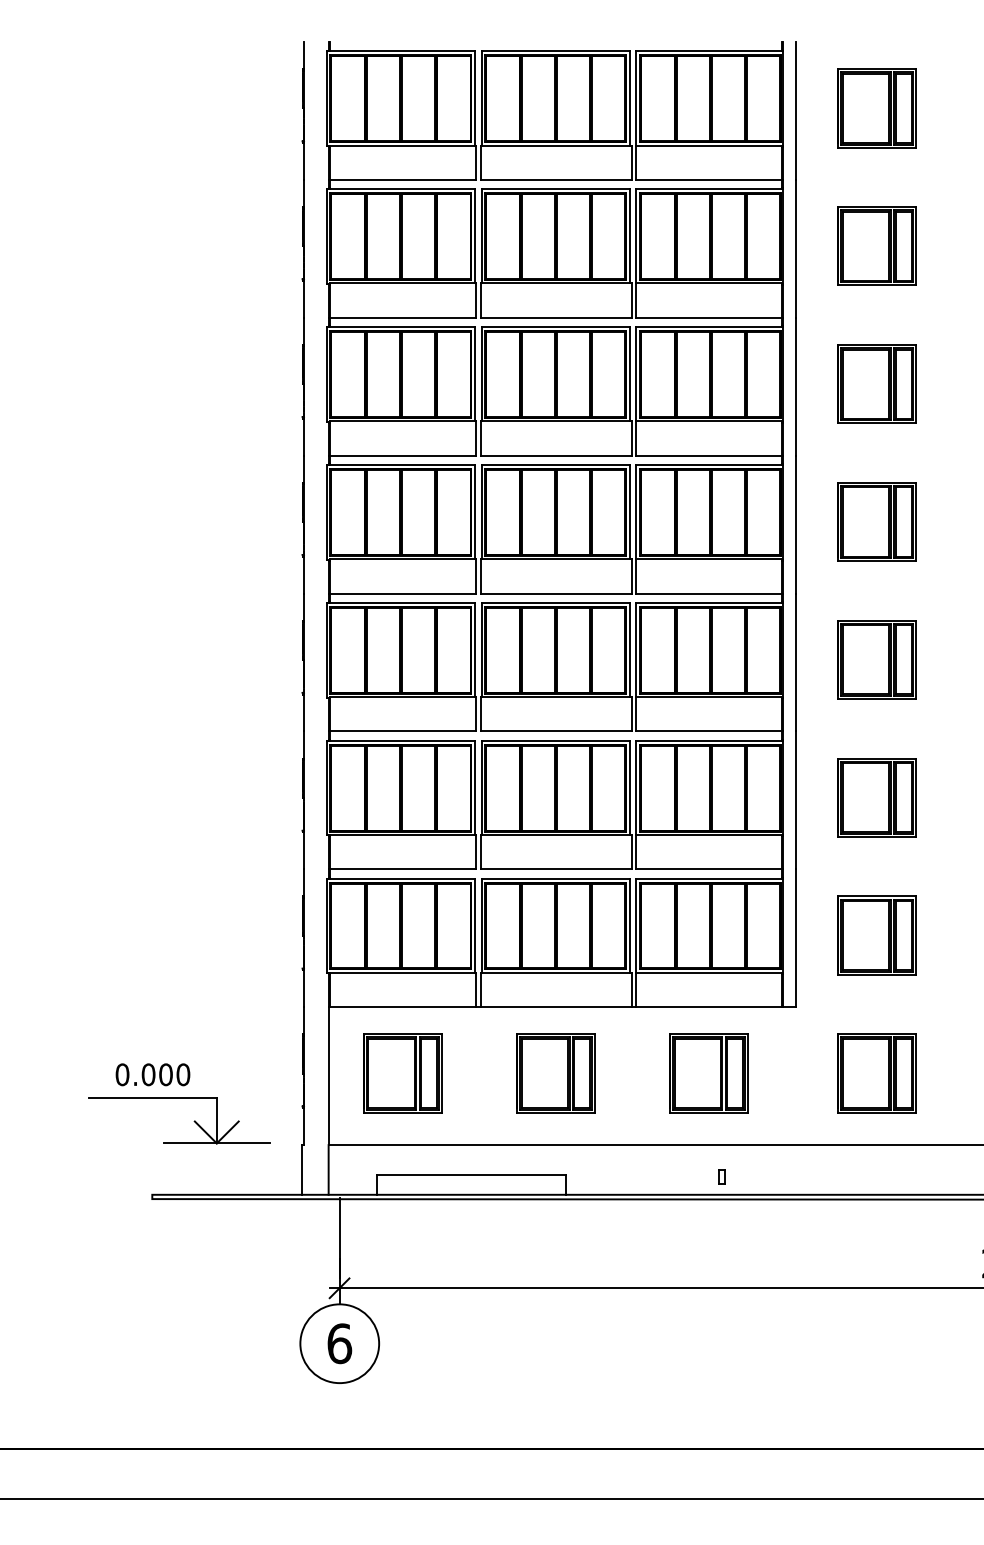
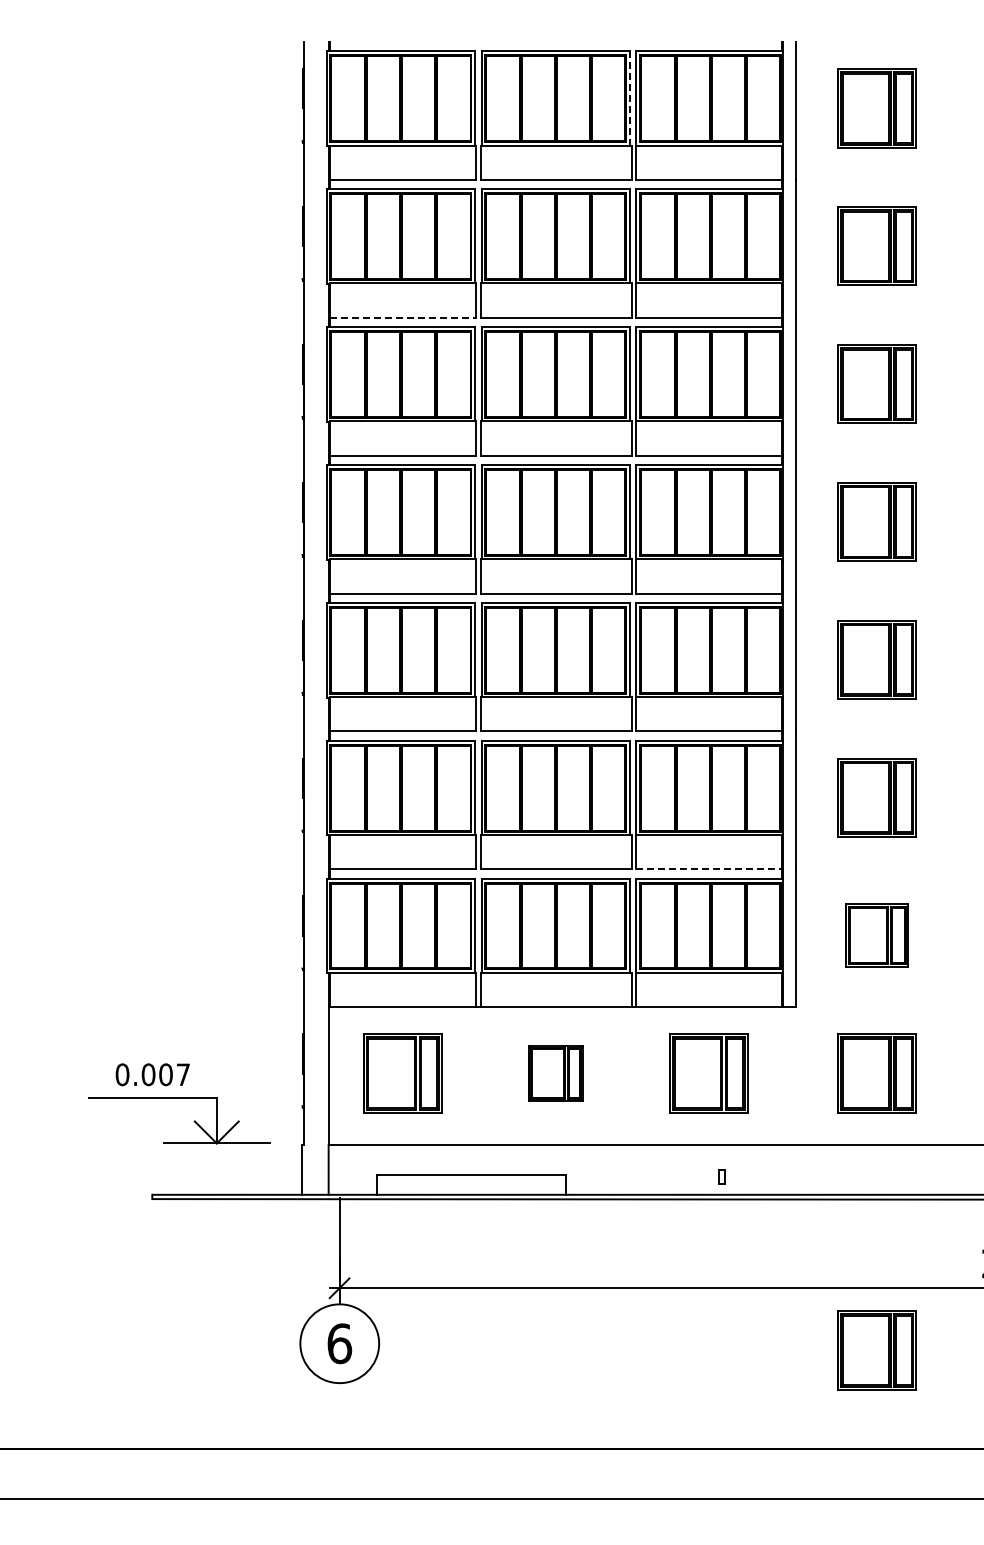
line at (630, 99): solid -> dashed
line at (403, 317): solid -> dashed
line at (709, 869): solid -> dashed
part at (876, 935) size: 80x81 px -> 64x65 px
part at (555, 1073) size: 80x81 px -> 56x57 px
text at (183, 1074): 0.000 -> 0.007
part at (876, 1350): none -> present
